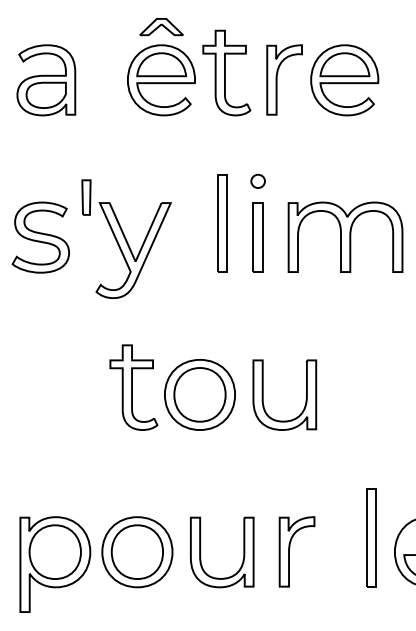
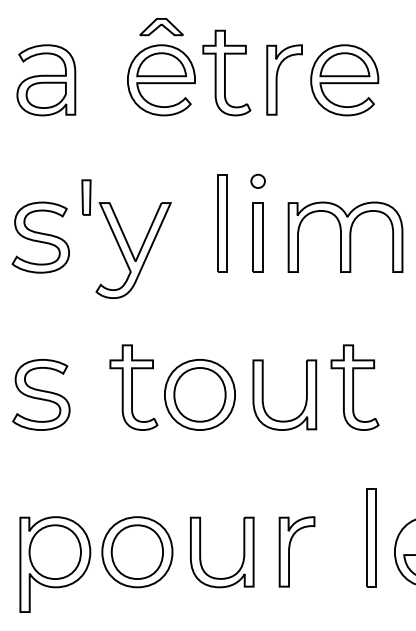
part at (354, 387): none -> present
part at (41, 394): none -> present
